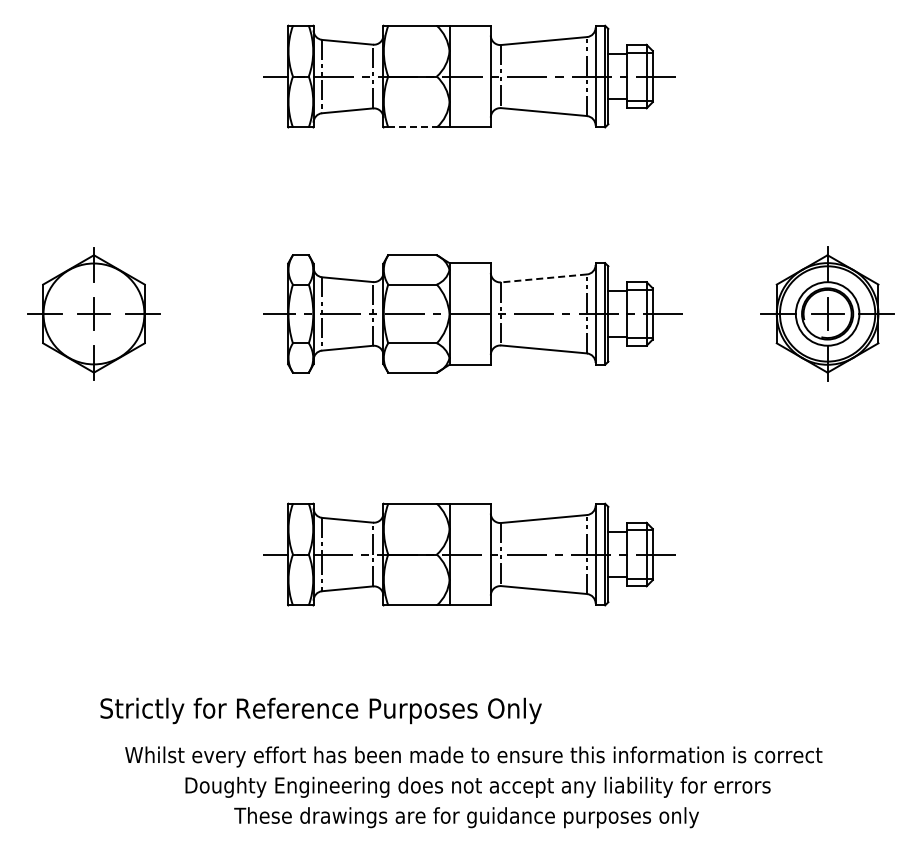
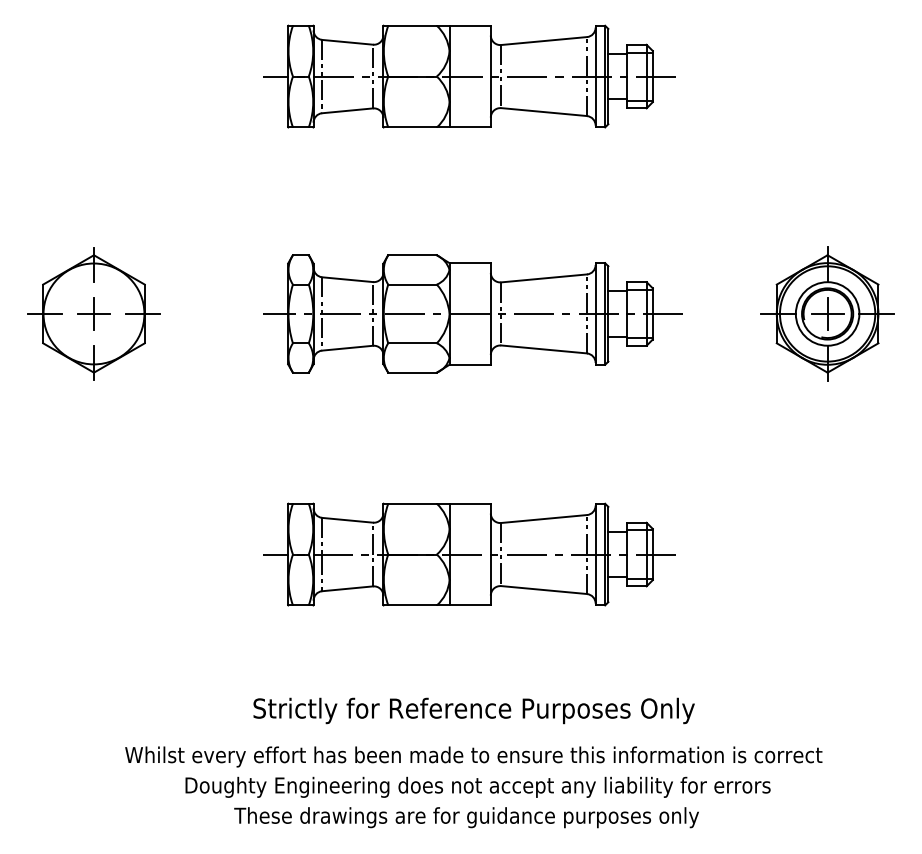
line at (413, 127): dashed -> solid
line at (543, 278): dashed -> solid
text at (320, 710) position: (320, 710) -> (473, 710)
